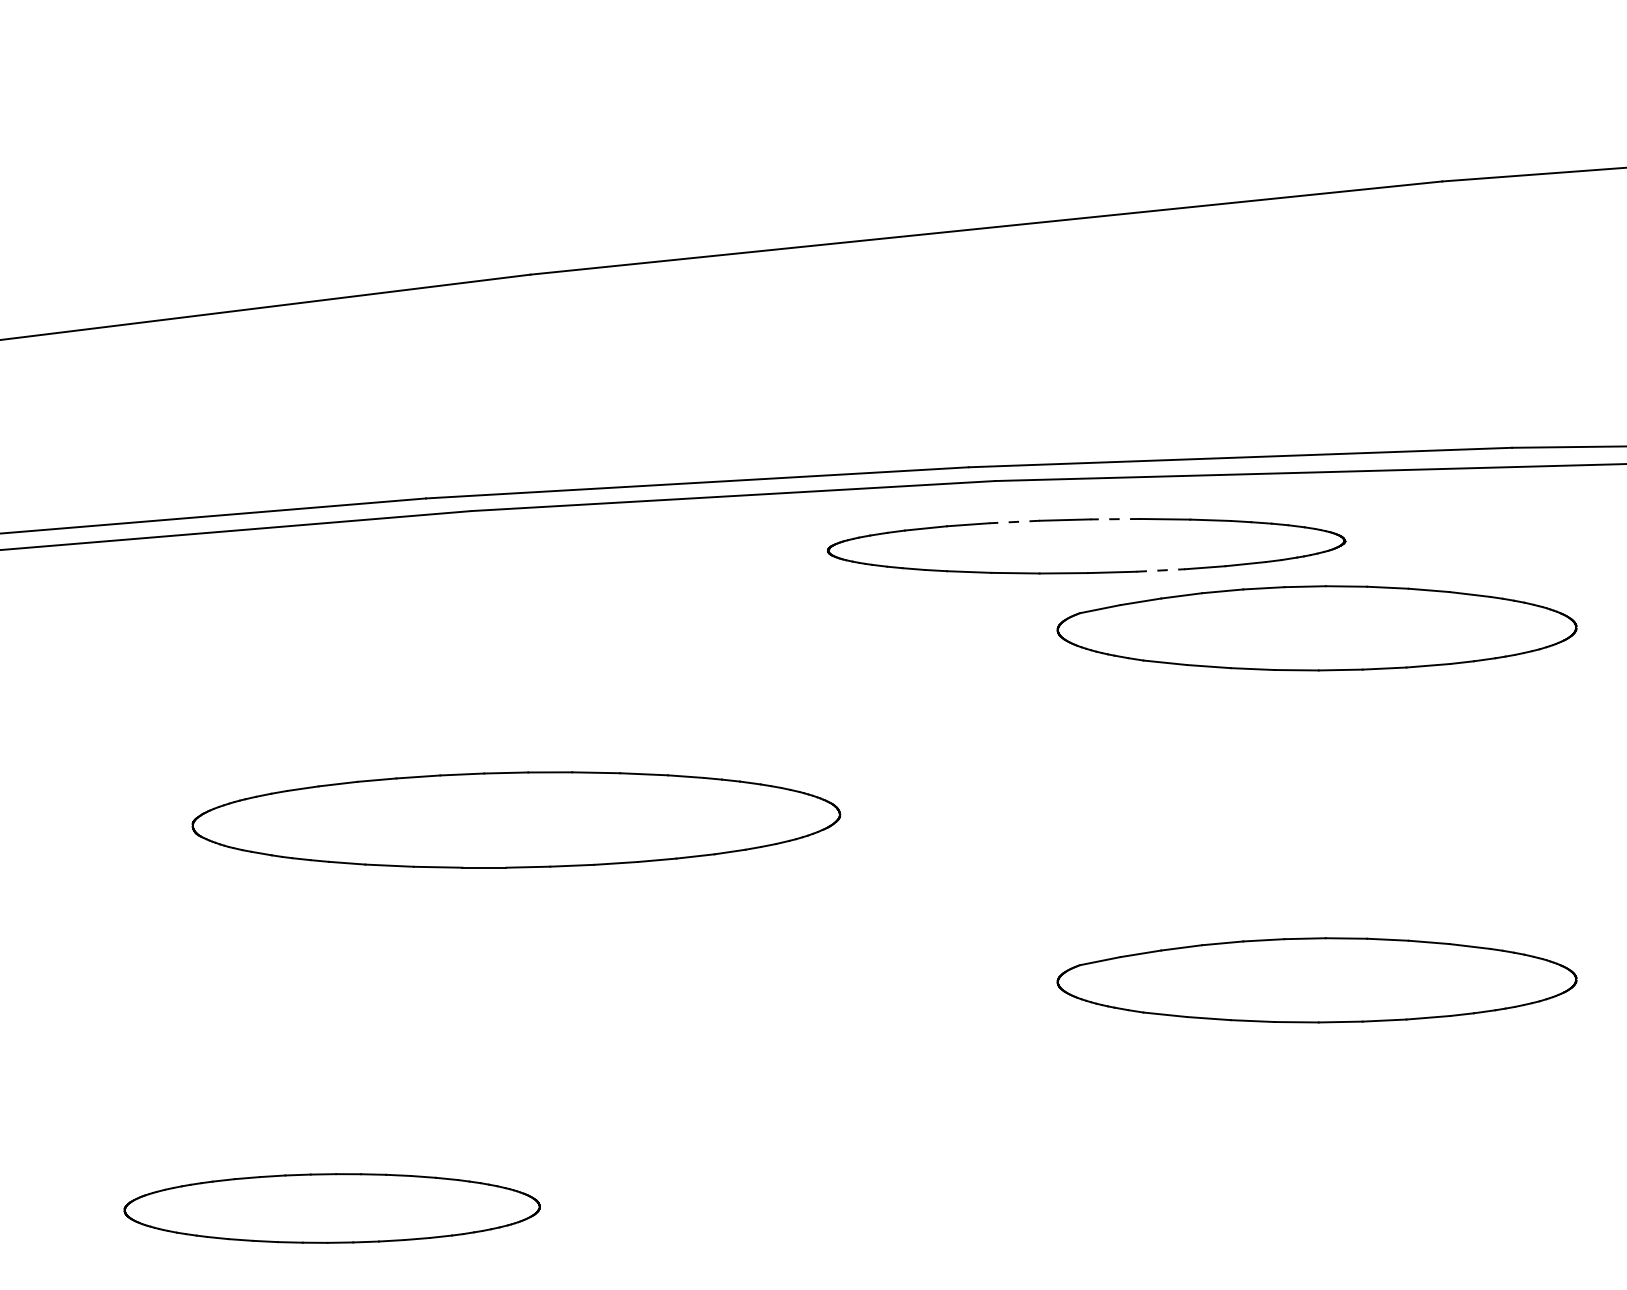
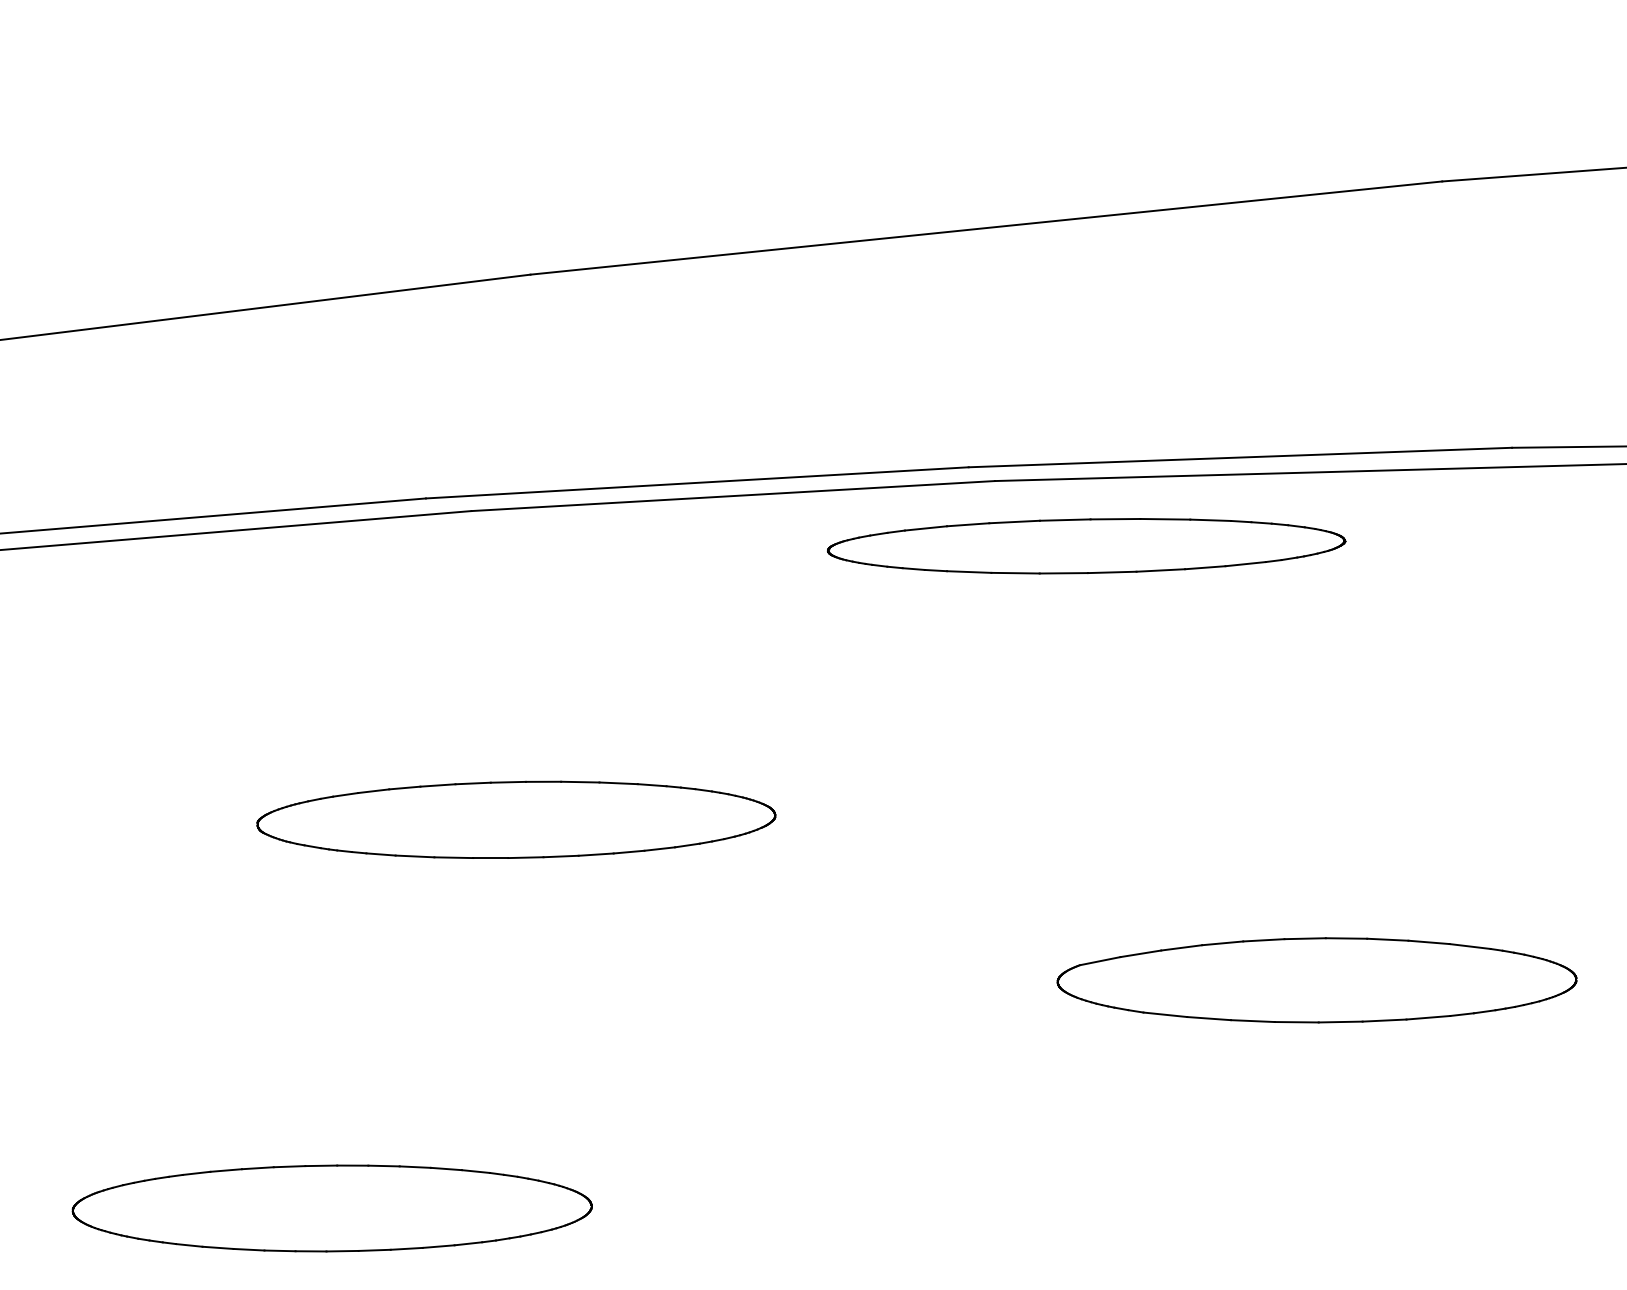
line at (1115, 519): dashed -> solid
line at (1014, 522): dashed -> solid
line at (1161, 570): dashed -> solid
part at (1316, 628): present -> none
part at (516, 819) size: 651x98 px -> 521x79 px
part at (331, 1208) size: 418x71 px -> 522x89 px
